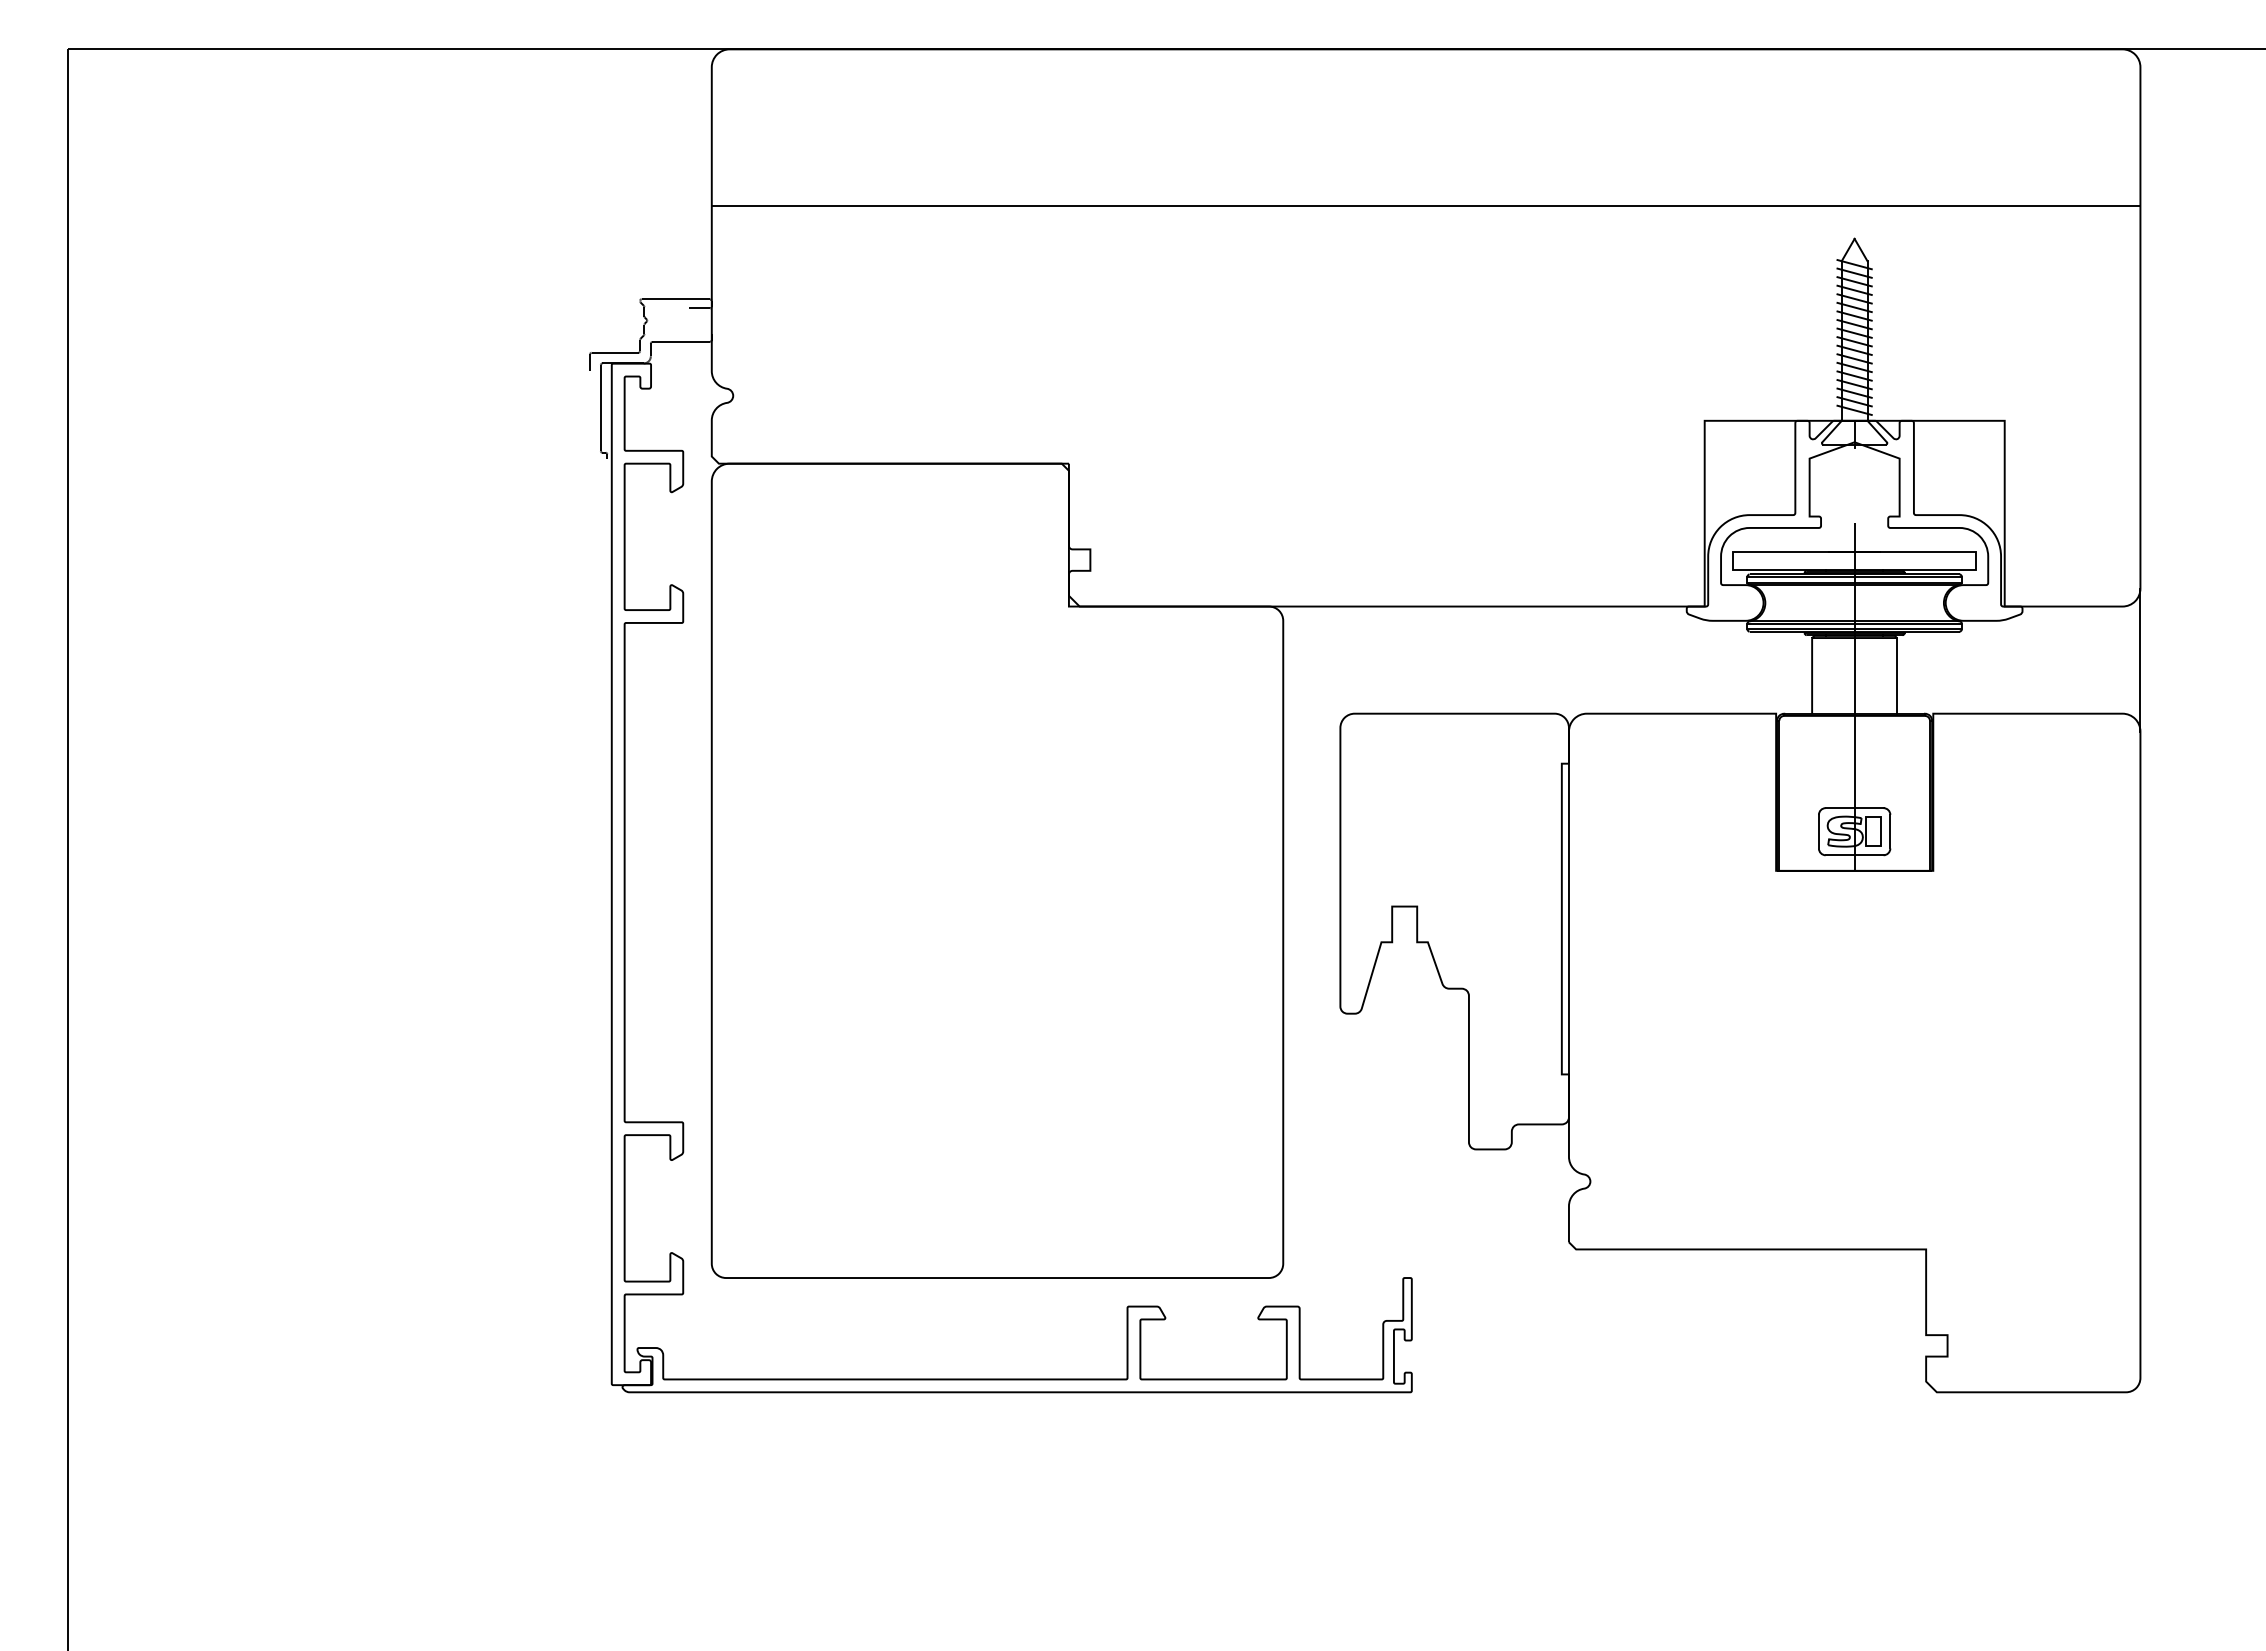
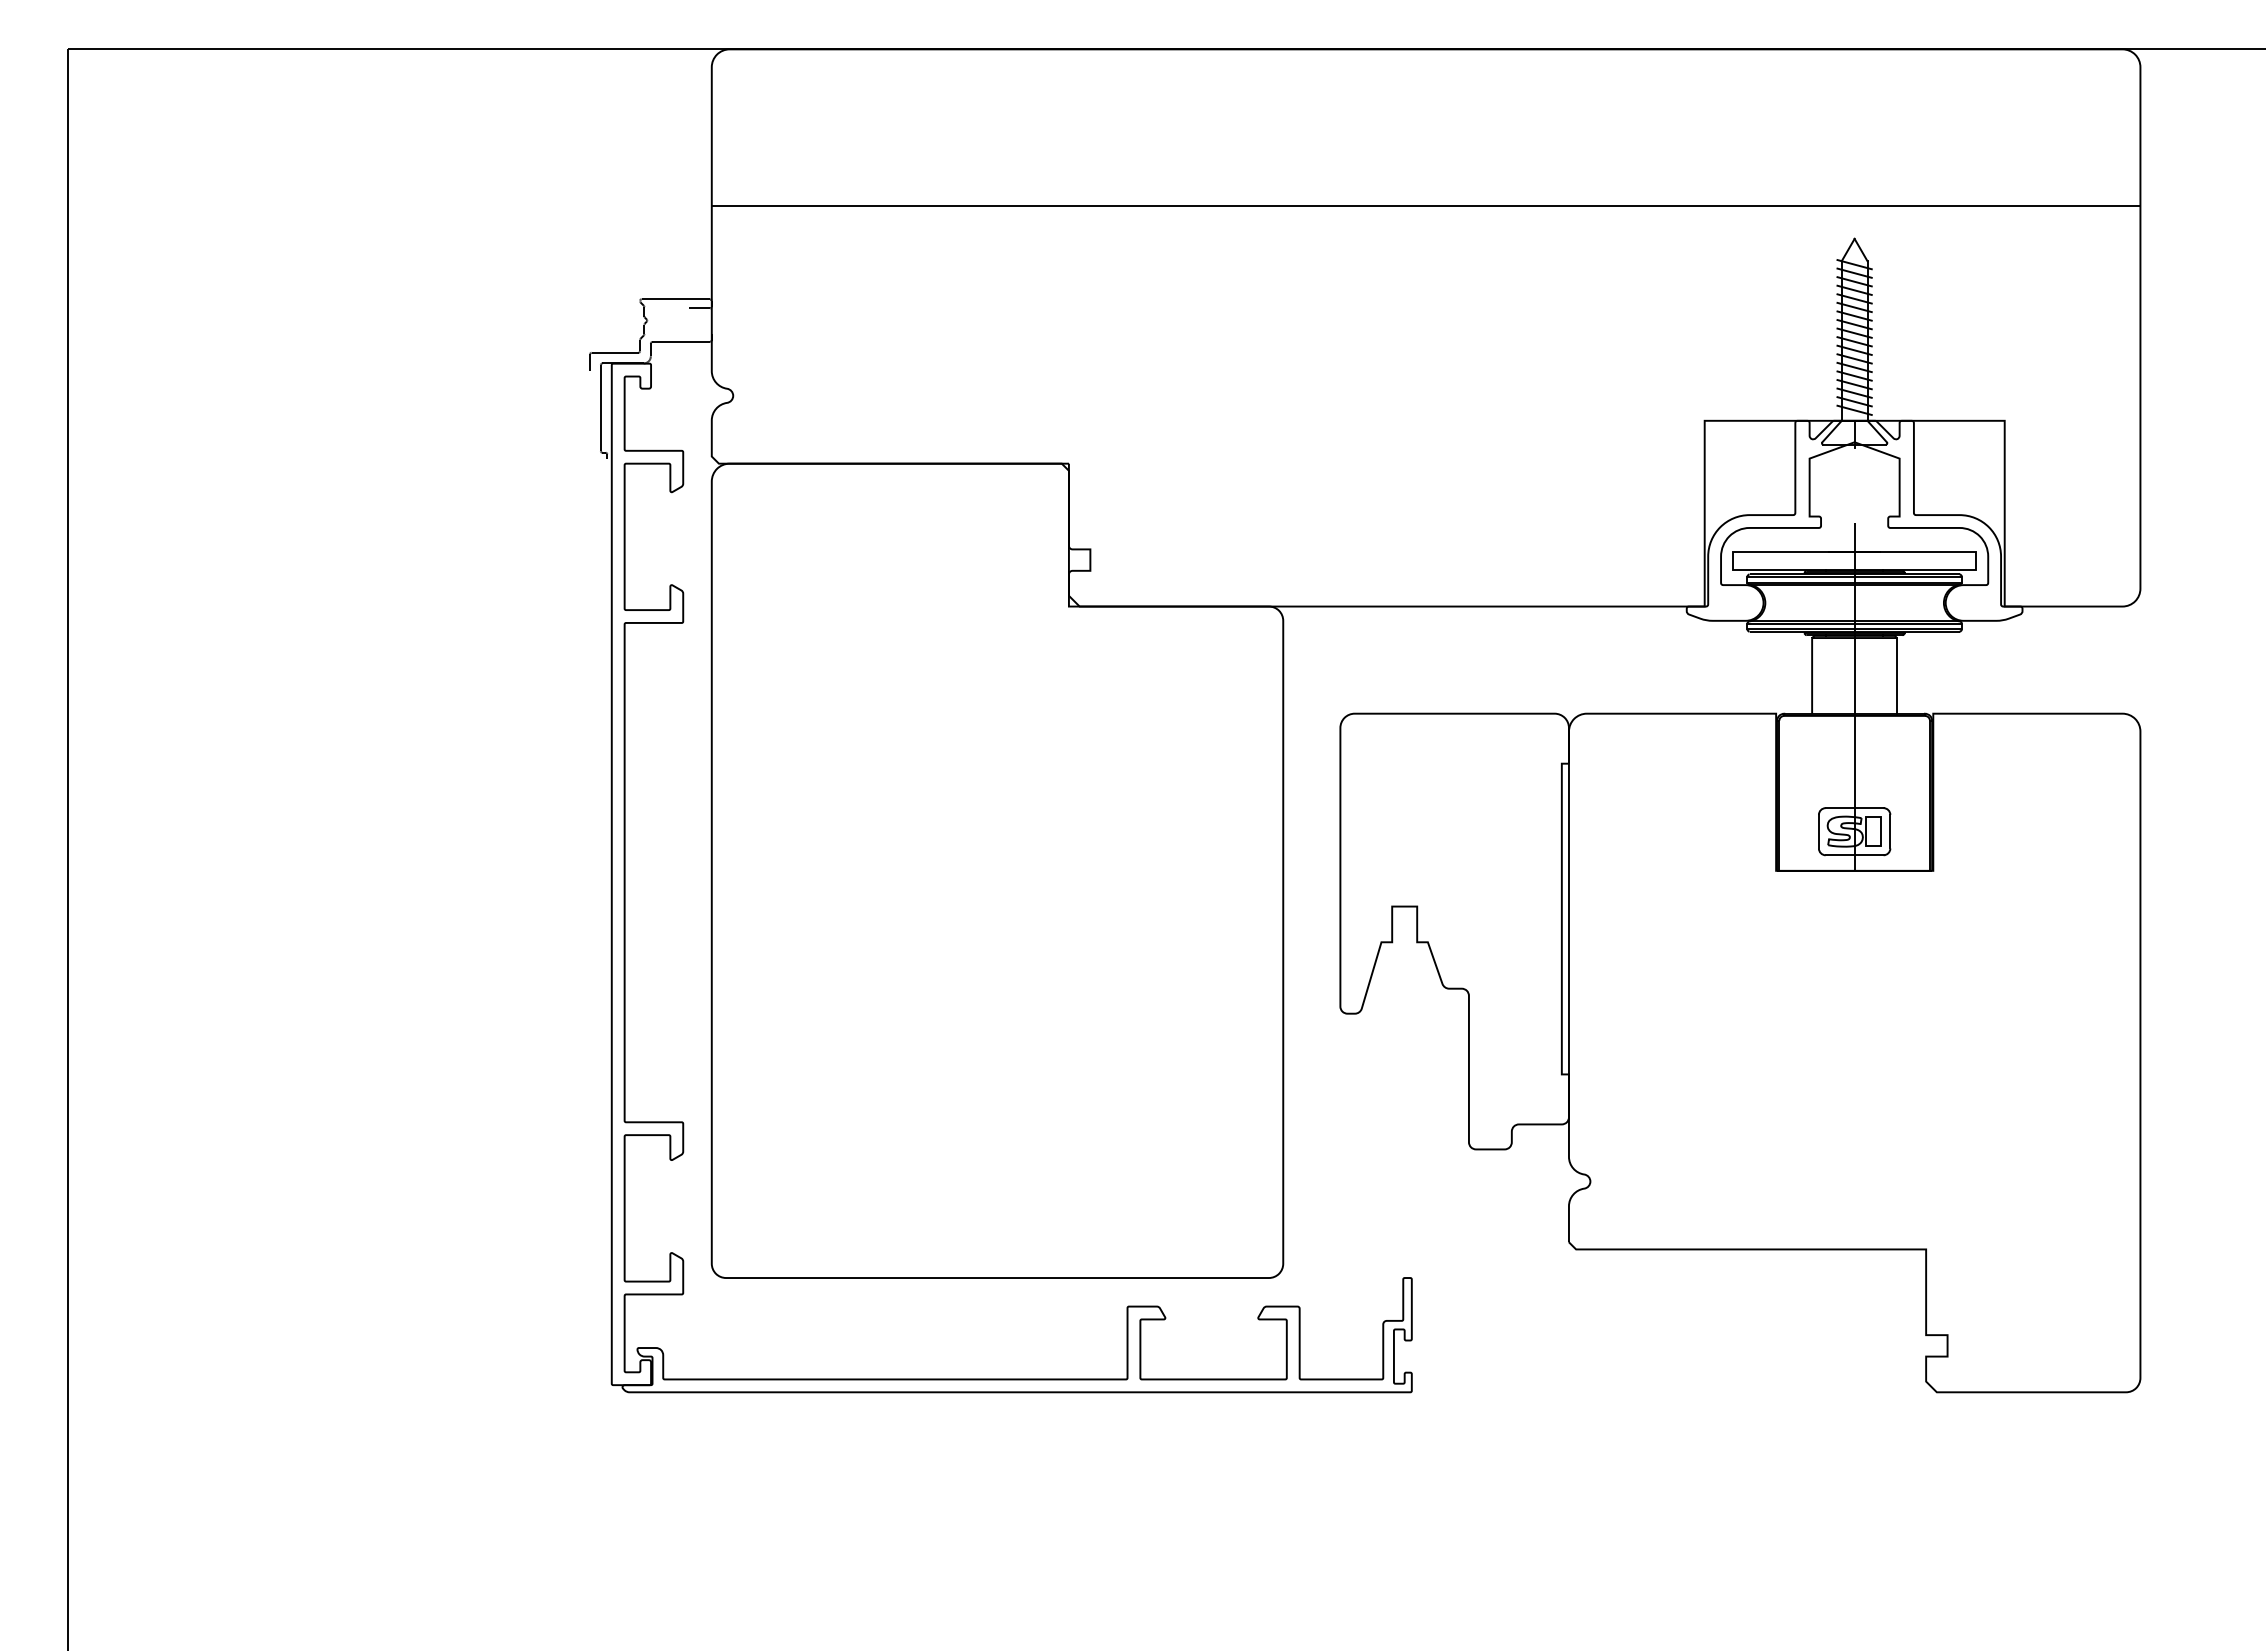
line at (2140, 659): present -> none
